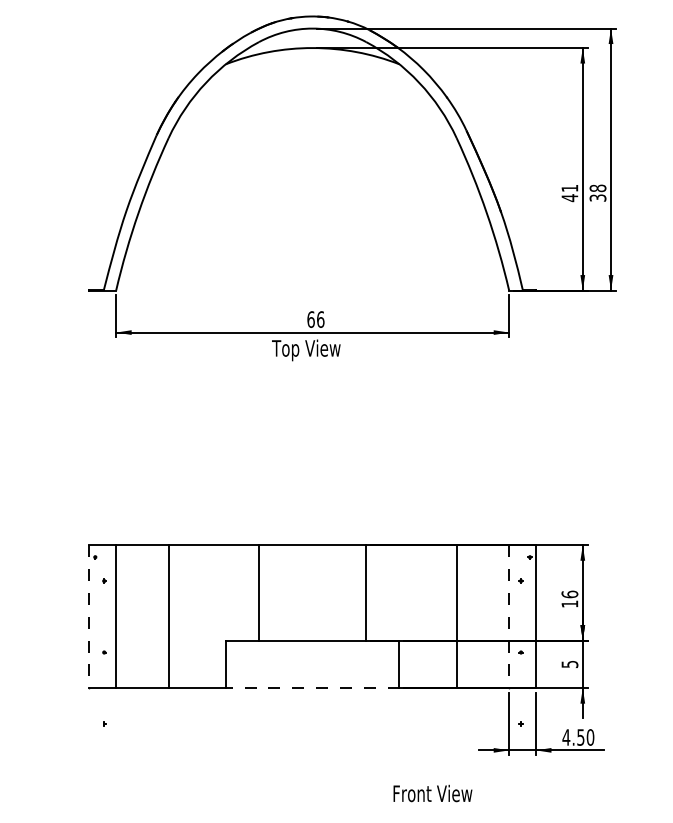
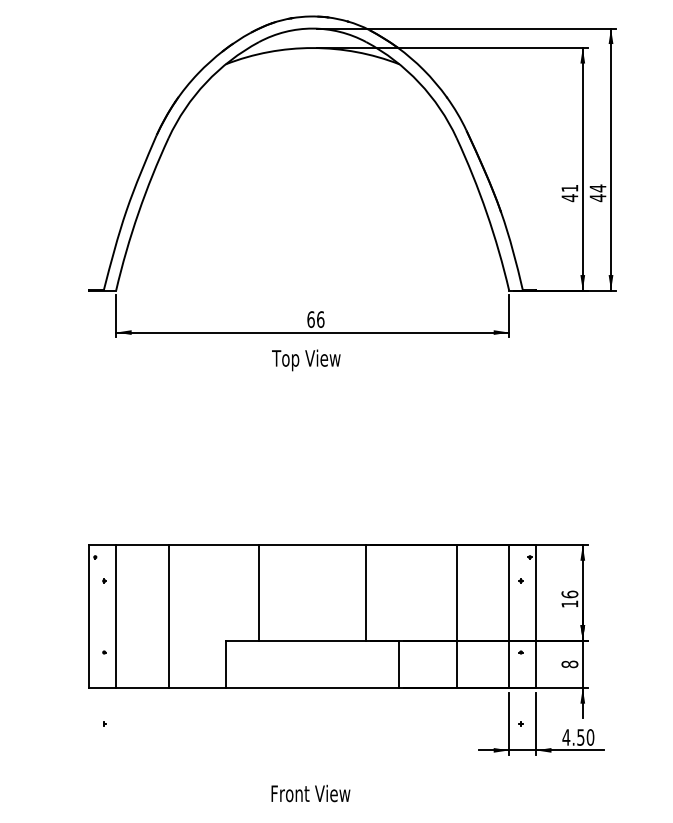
text at (597, 193): 38 -> 44
text at (306, 350) position: (306, 350) -> (306, 360)
line at (89, 617): dashed -> solid
line at (509, 617): dashed -> solid
text at (569, 664): 5 -> 8
line at (312, 688): dashed -> solid
text at (432, 793) position: (432, 793) -> (310, 793)
